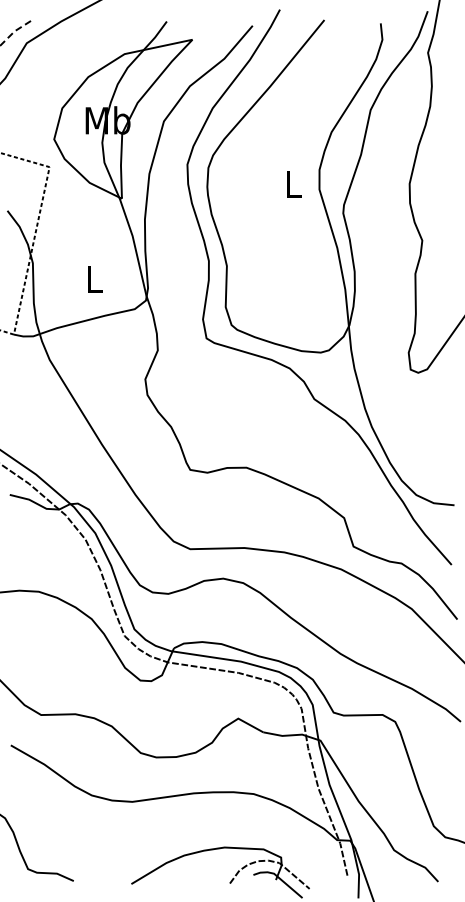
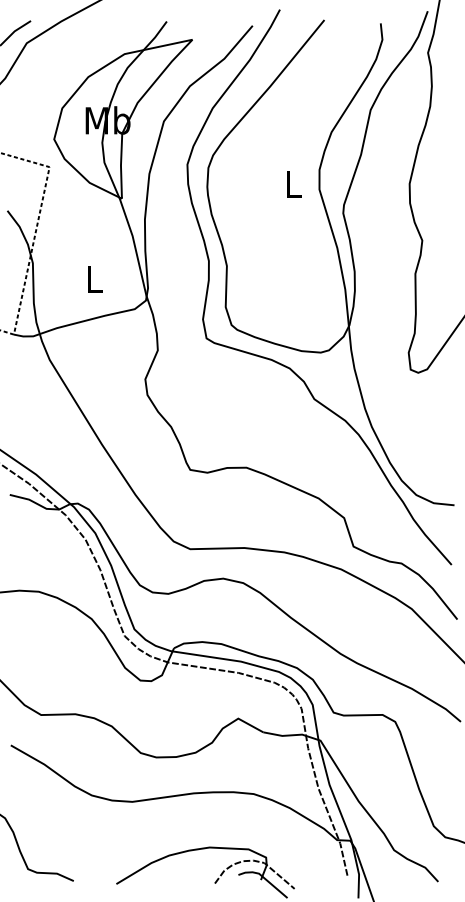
line at (14, 31): dashed -> solid
part at (231, 879) position: (231, 879) -> (216, 879)
